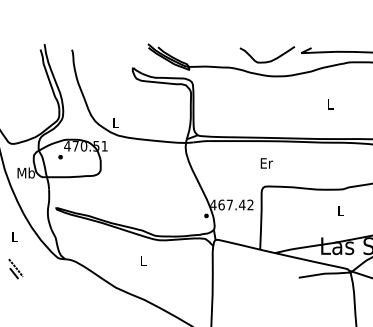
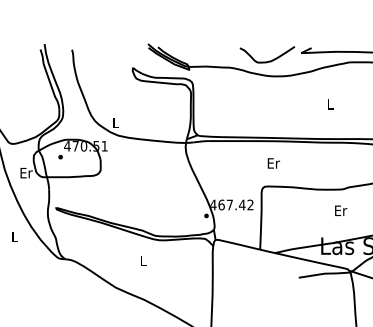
text at (266, 163) position: (266, 163) -> (273, 163)
text at (25, 172): Mb -> Er
text at (341, 210): L -> Er
part at (15, 268): present -> none
